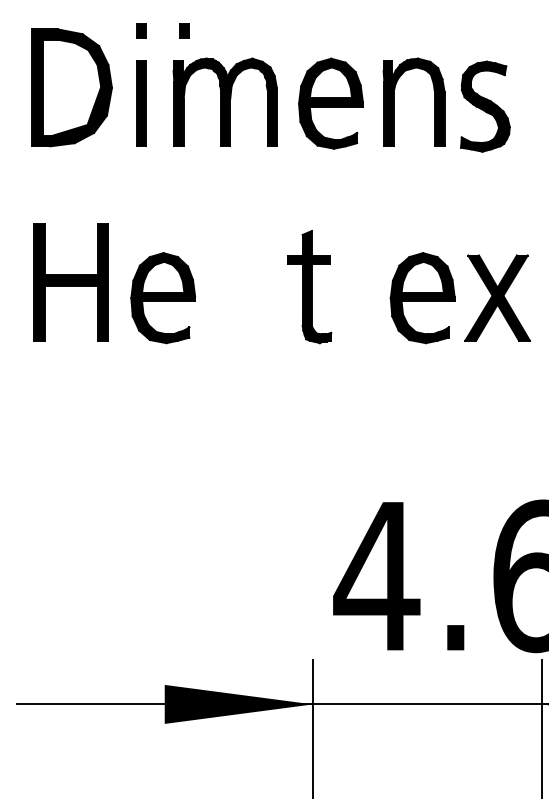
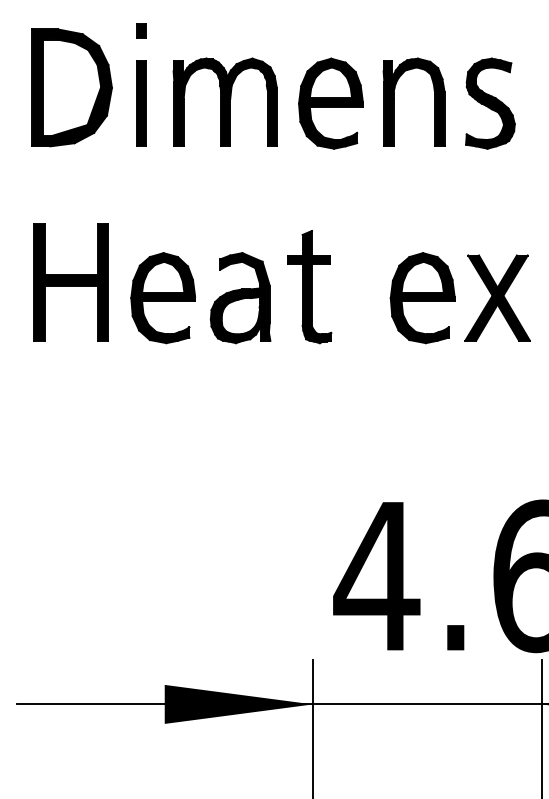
part at (184, 30): present -> none
part at (485, 106) position: (485, 106) -> (490, 103)
part at (240, 298): none -> present
